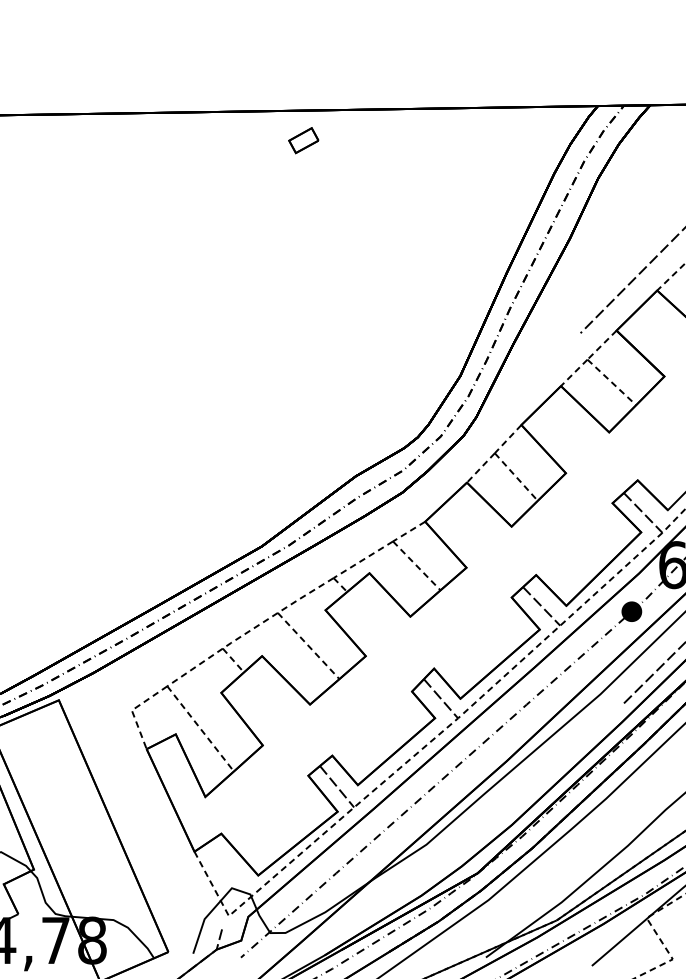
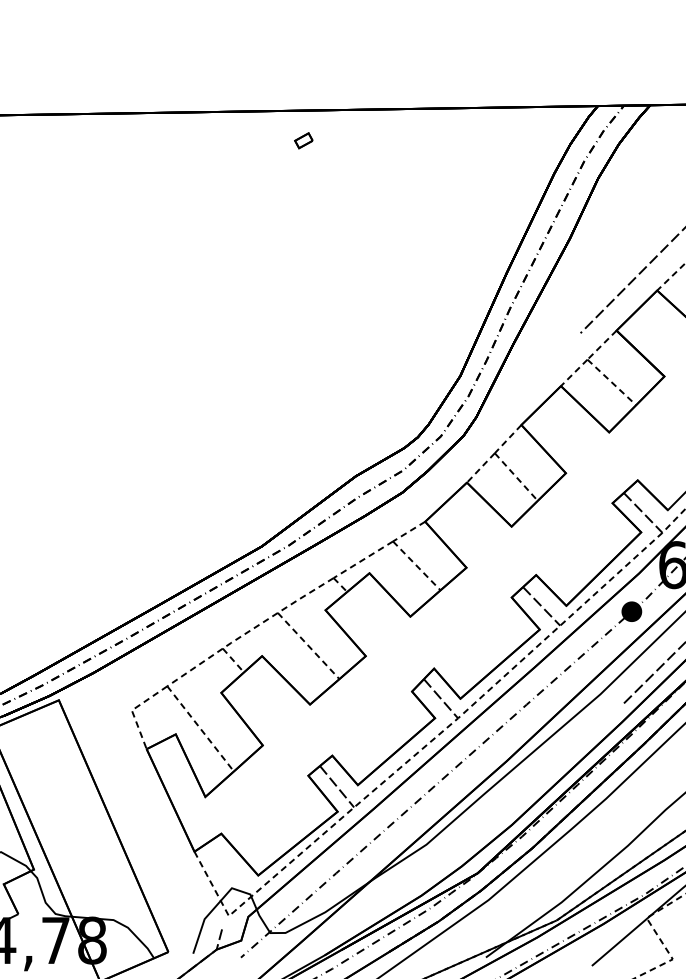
part at (303, 140) size: 32x28 px -> 20x18 px
